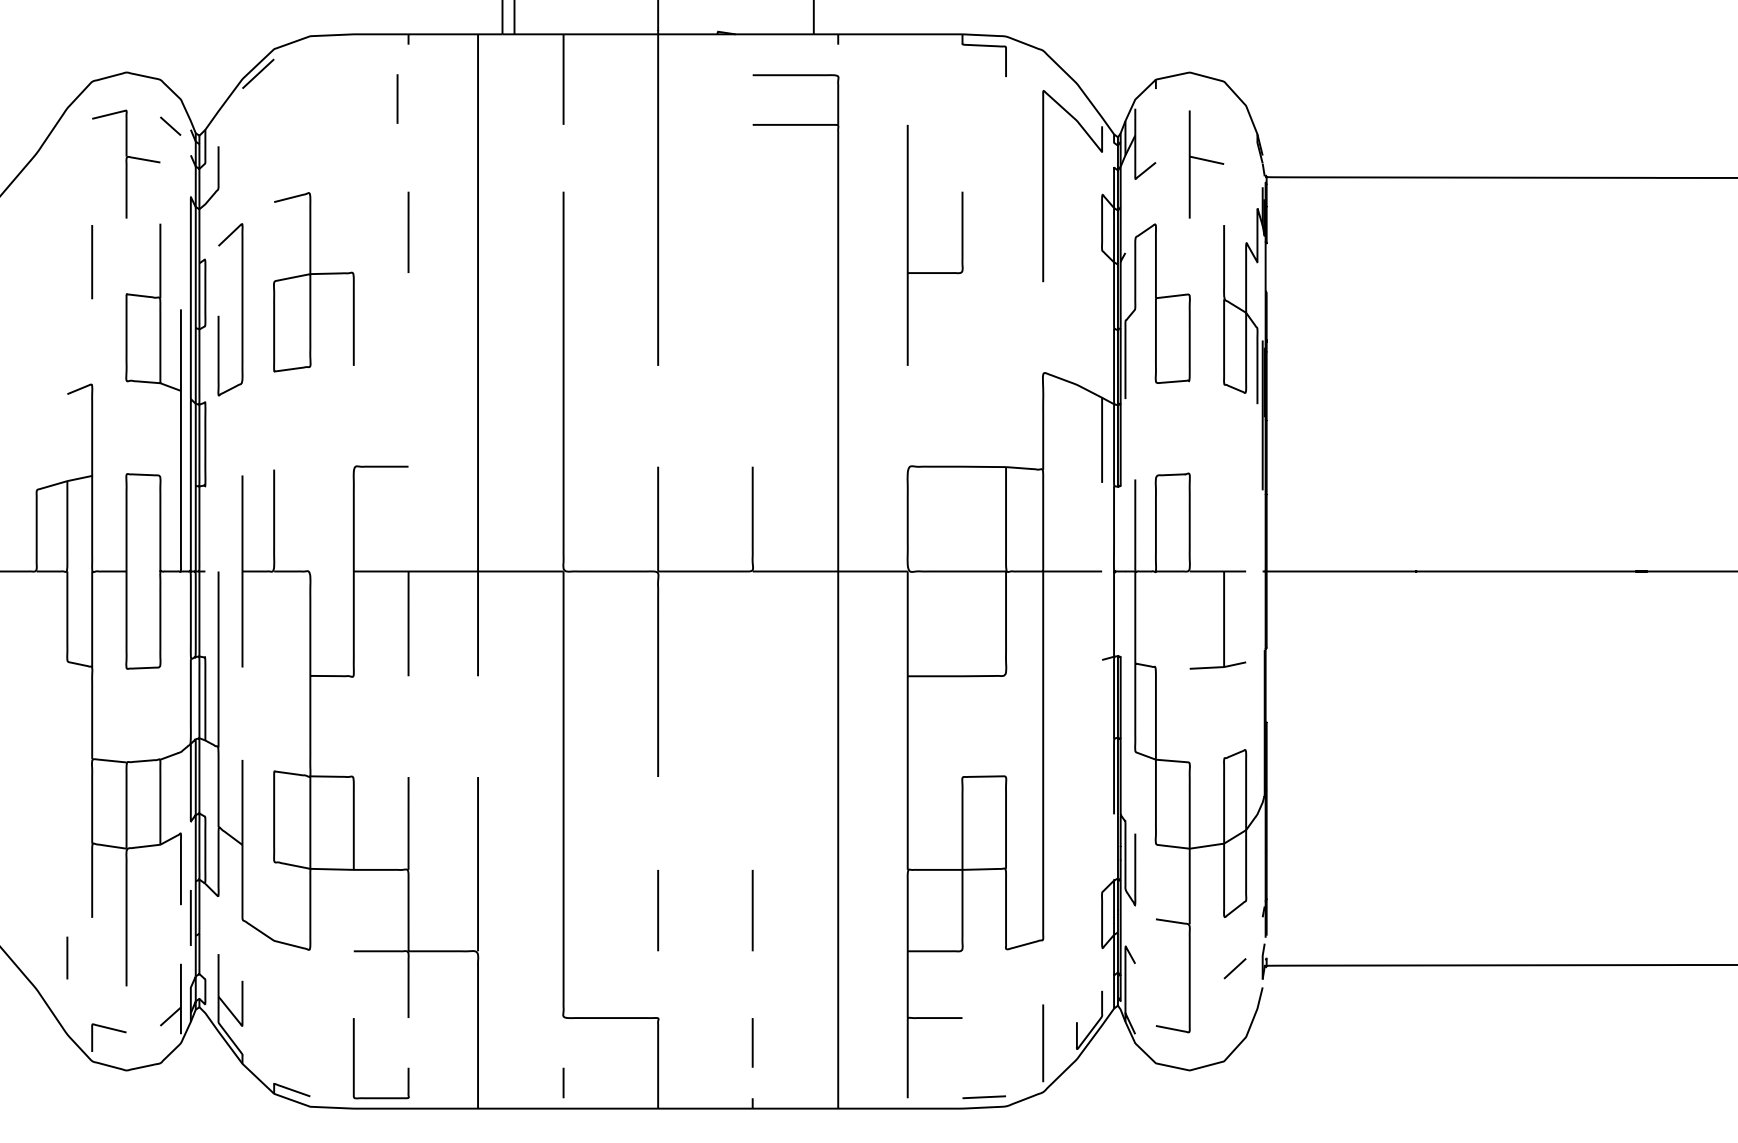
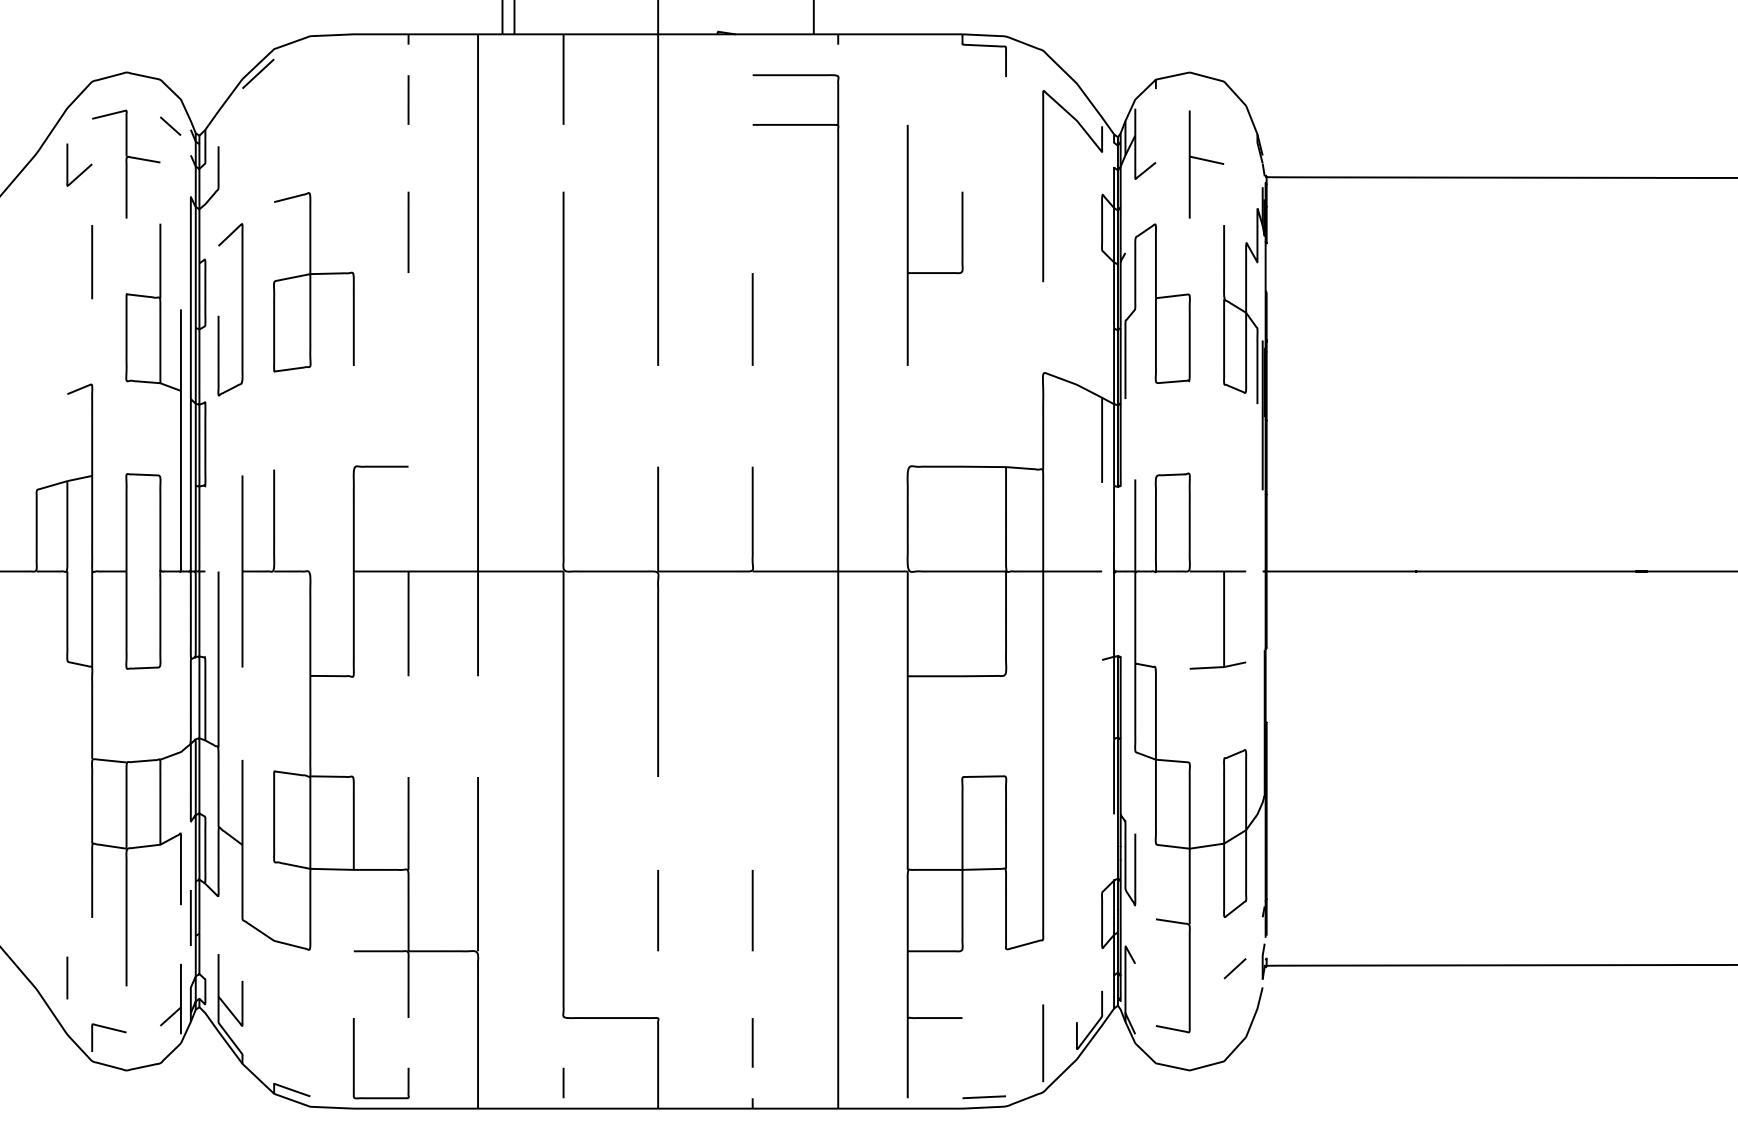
line at (397, 98) position: (397, 98) -> (408, 99)
curve at (84, 169): none -> present
line at (752, 319): none -> present
line at (67, 957) position: (67, 957) -> (67, 977)
